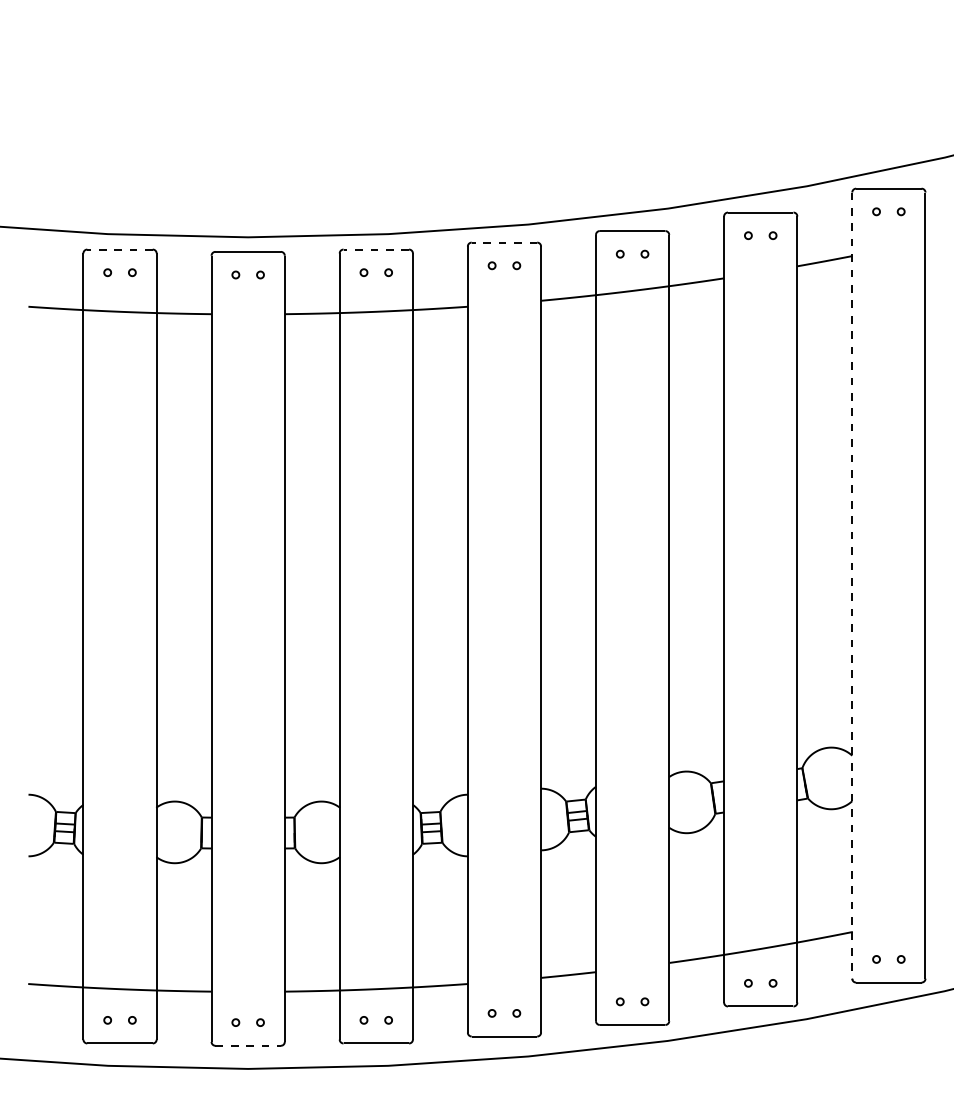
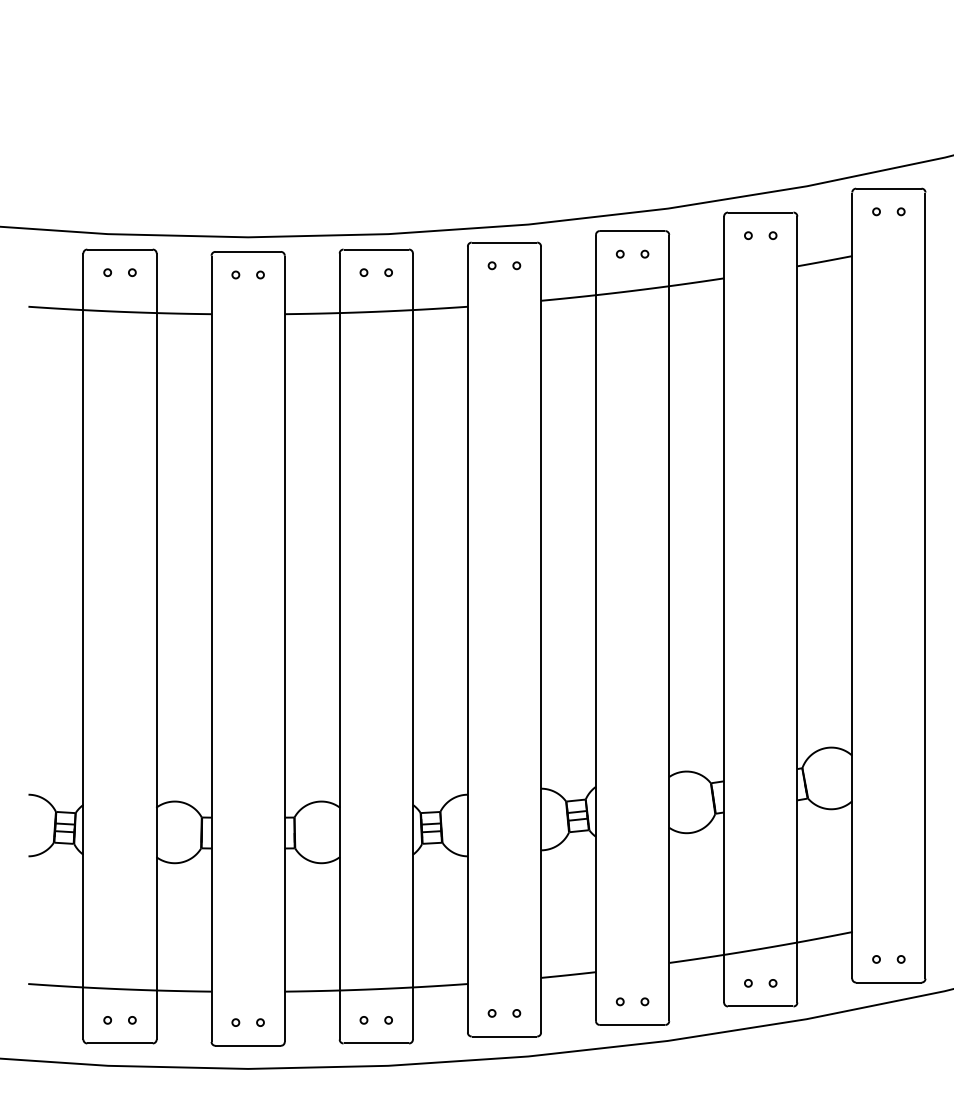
line at (504, 242): dashed -> solid
line at (120, 249): dashed -> solid
line at (376, 249): dashed -> solid
line at (852, 586): dashed -> solid
line at (248, 1045): dashed -> solid
